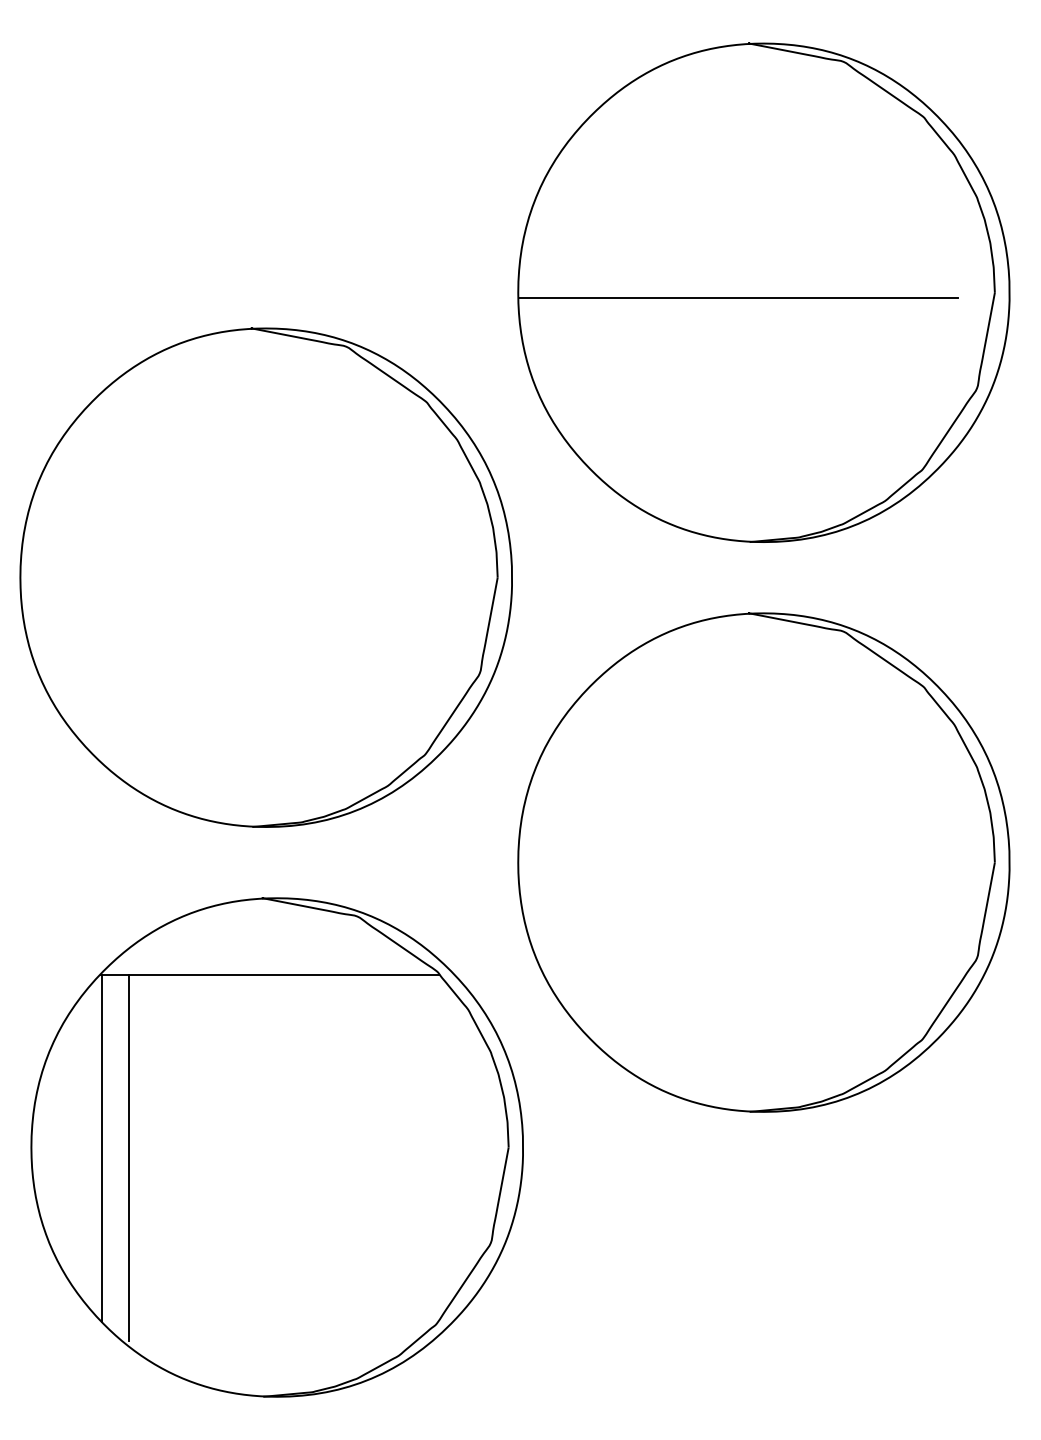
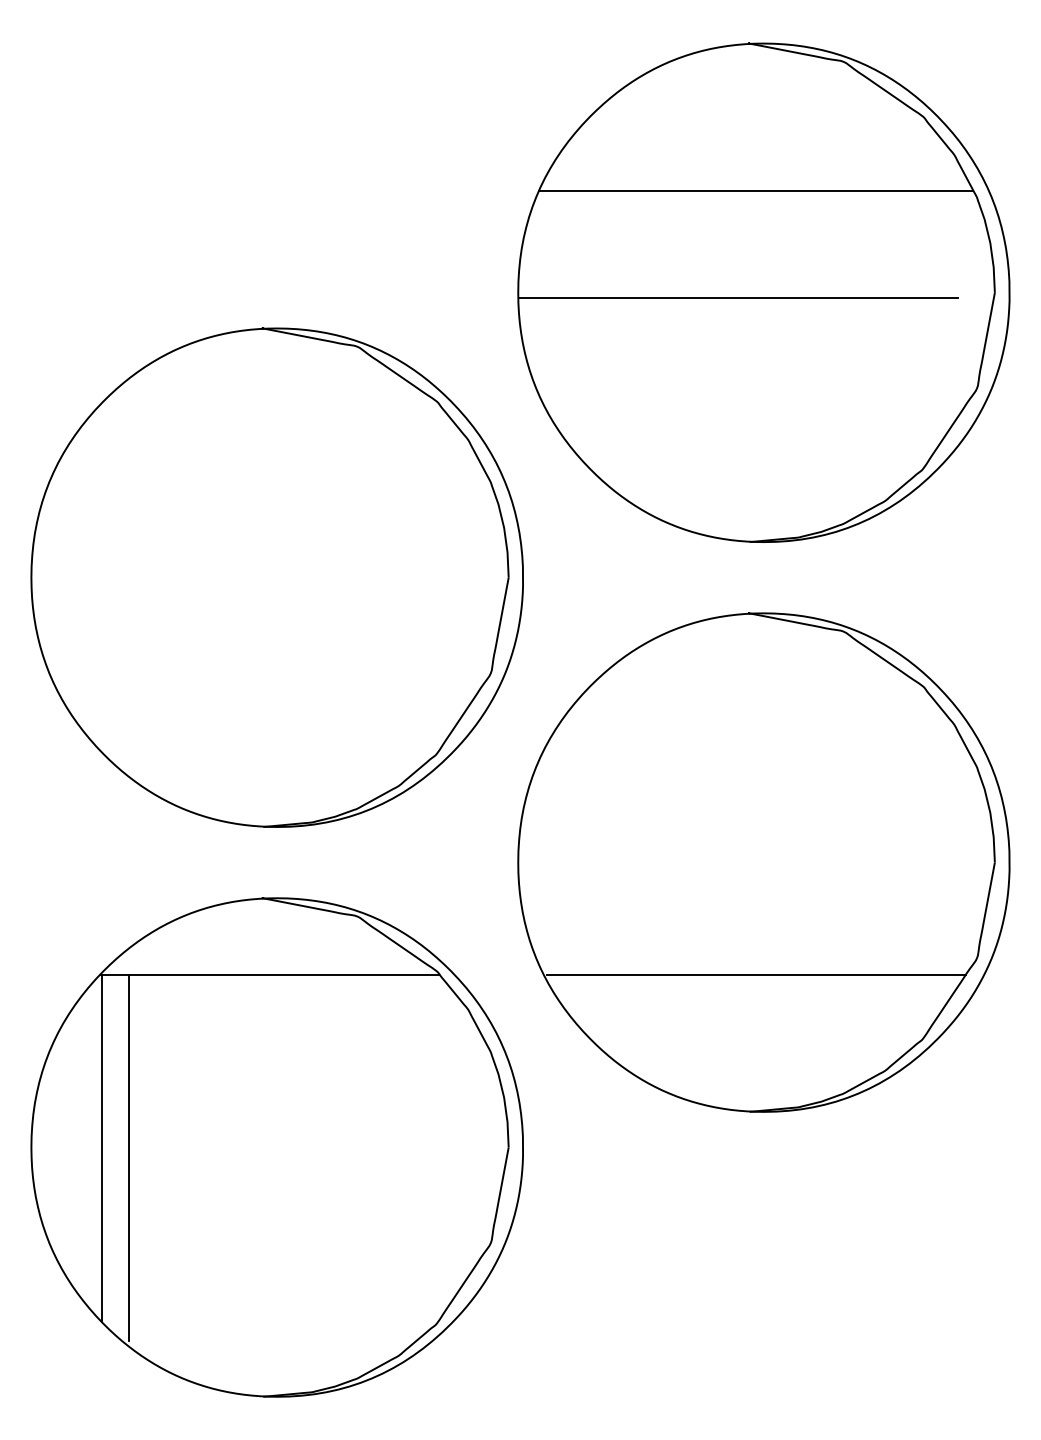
line at (755, 191): none -> present
part at (265, 577) position: (265, 577) -> (276, 577)
line at (755, 974): none -> present
